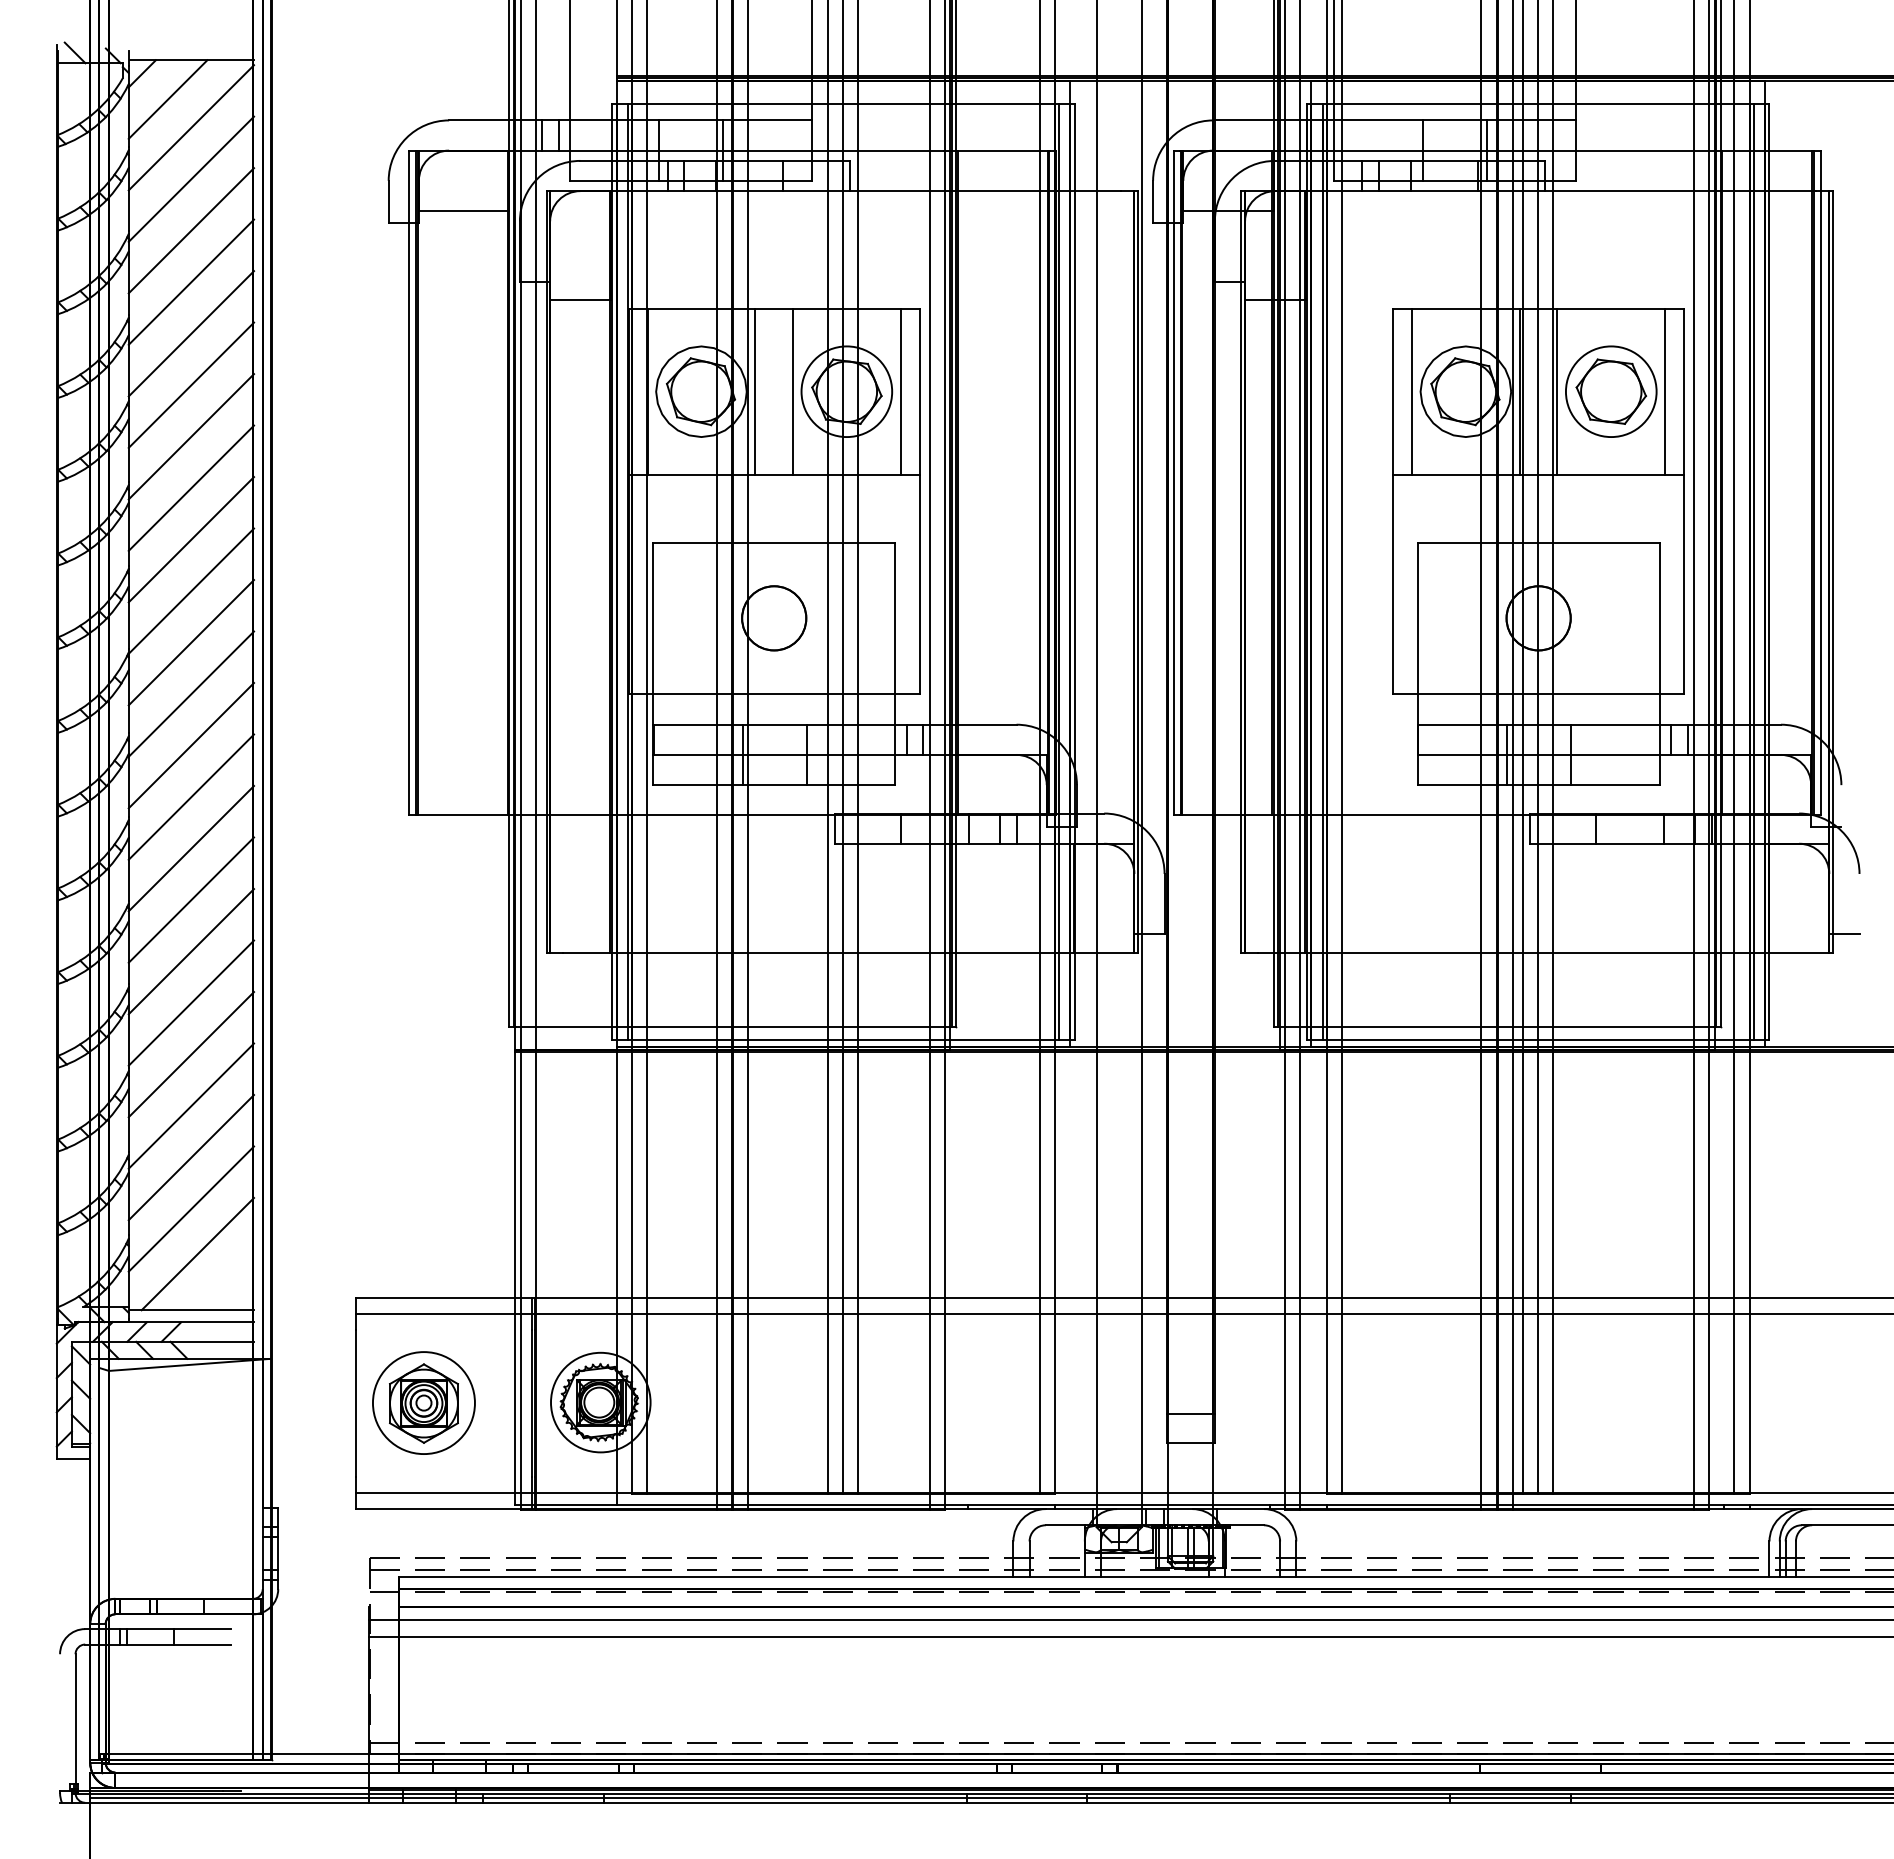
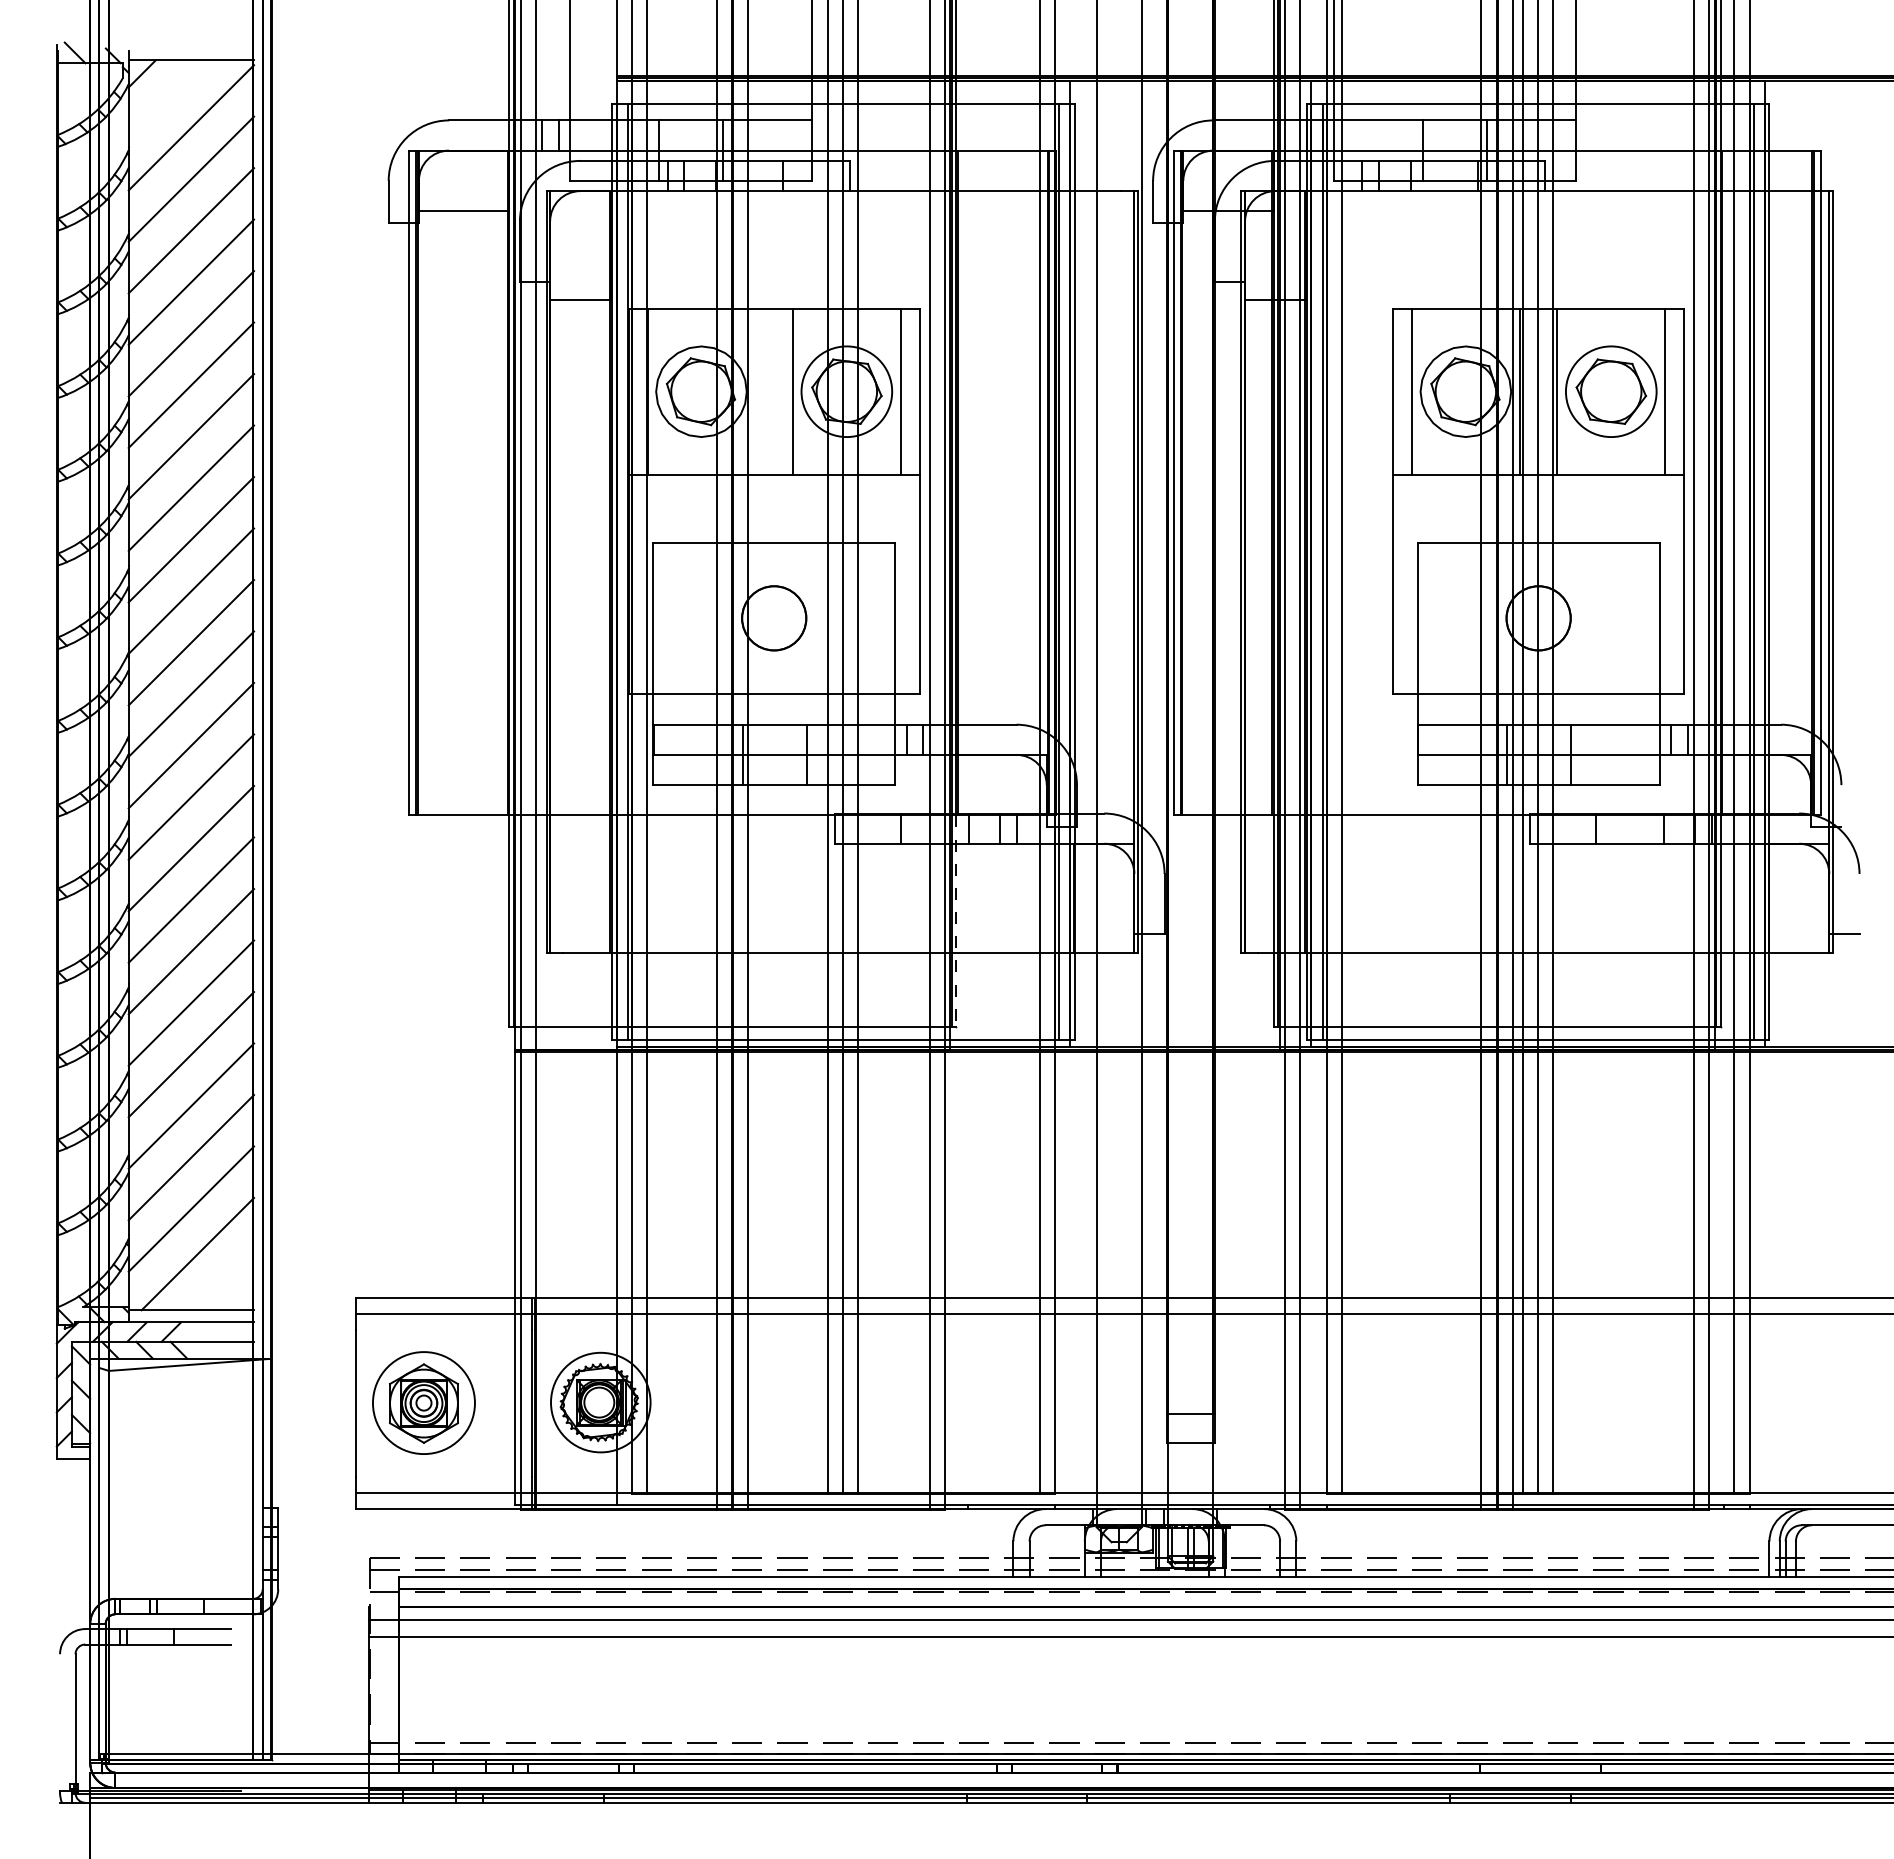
line at (167, 99): present -> none
line at (755, 391): present -> none
line at (956, 921): solid -> dashed
